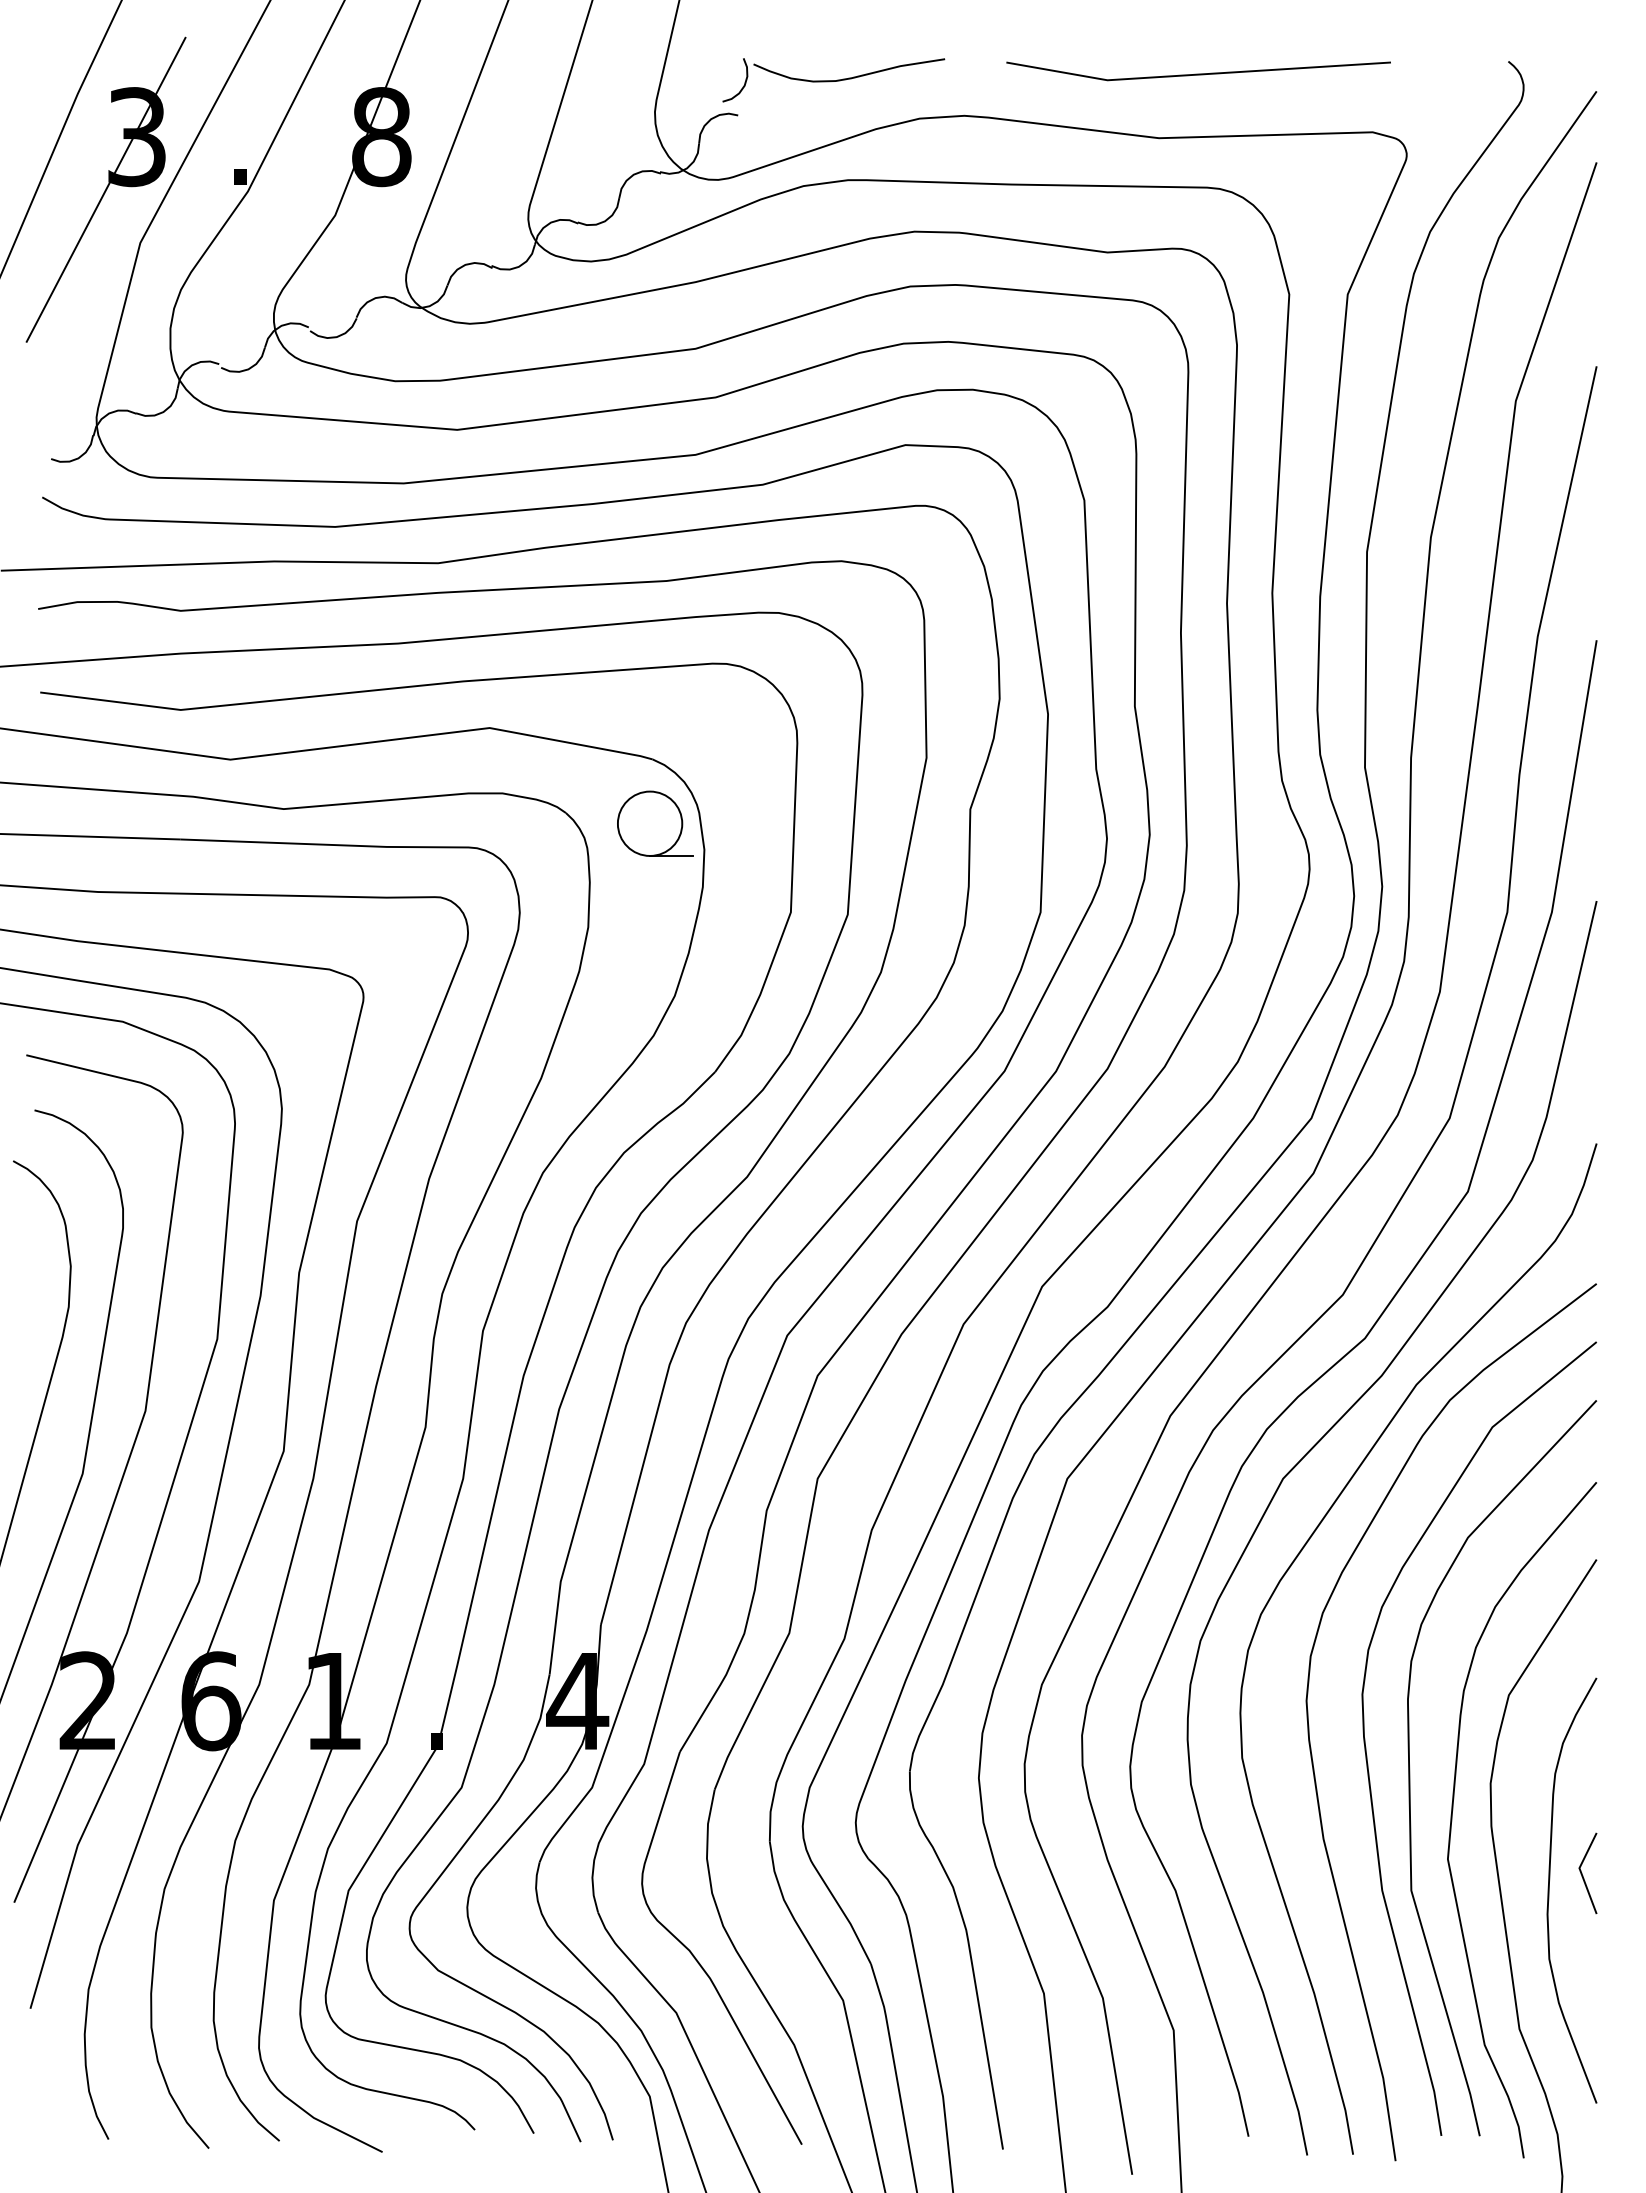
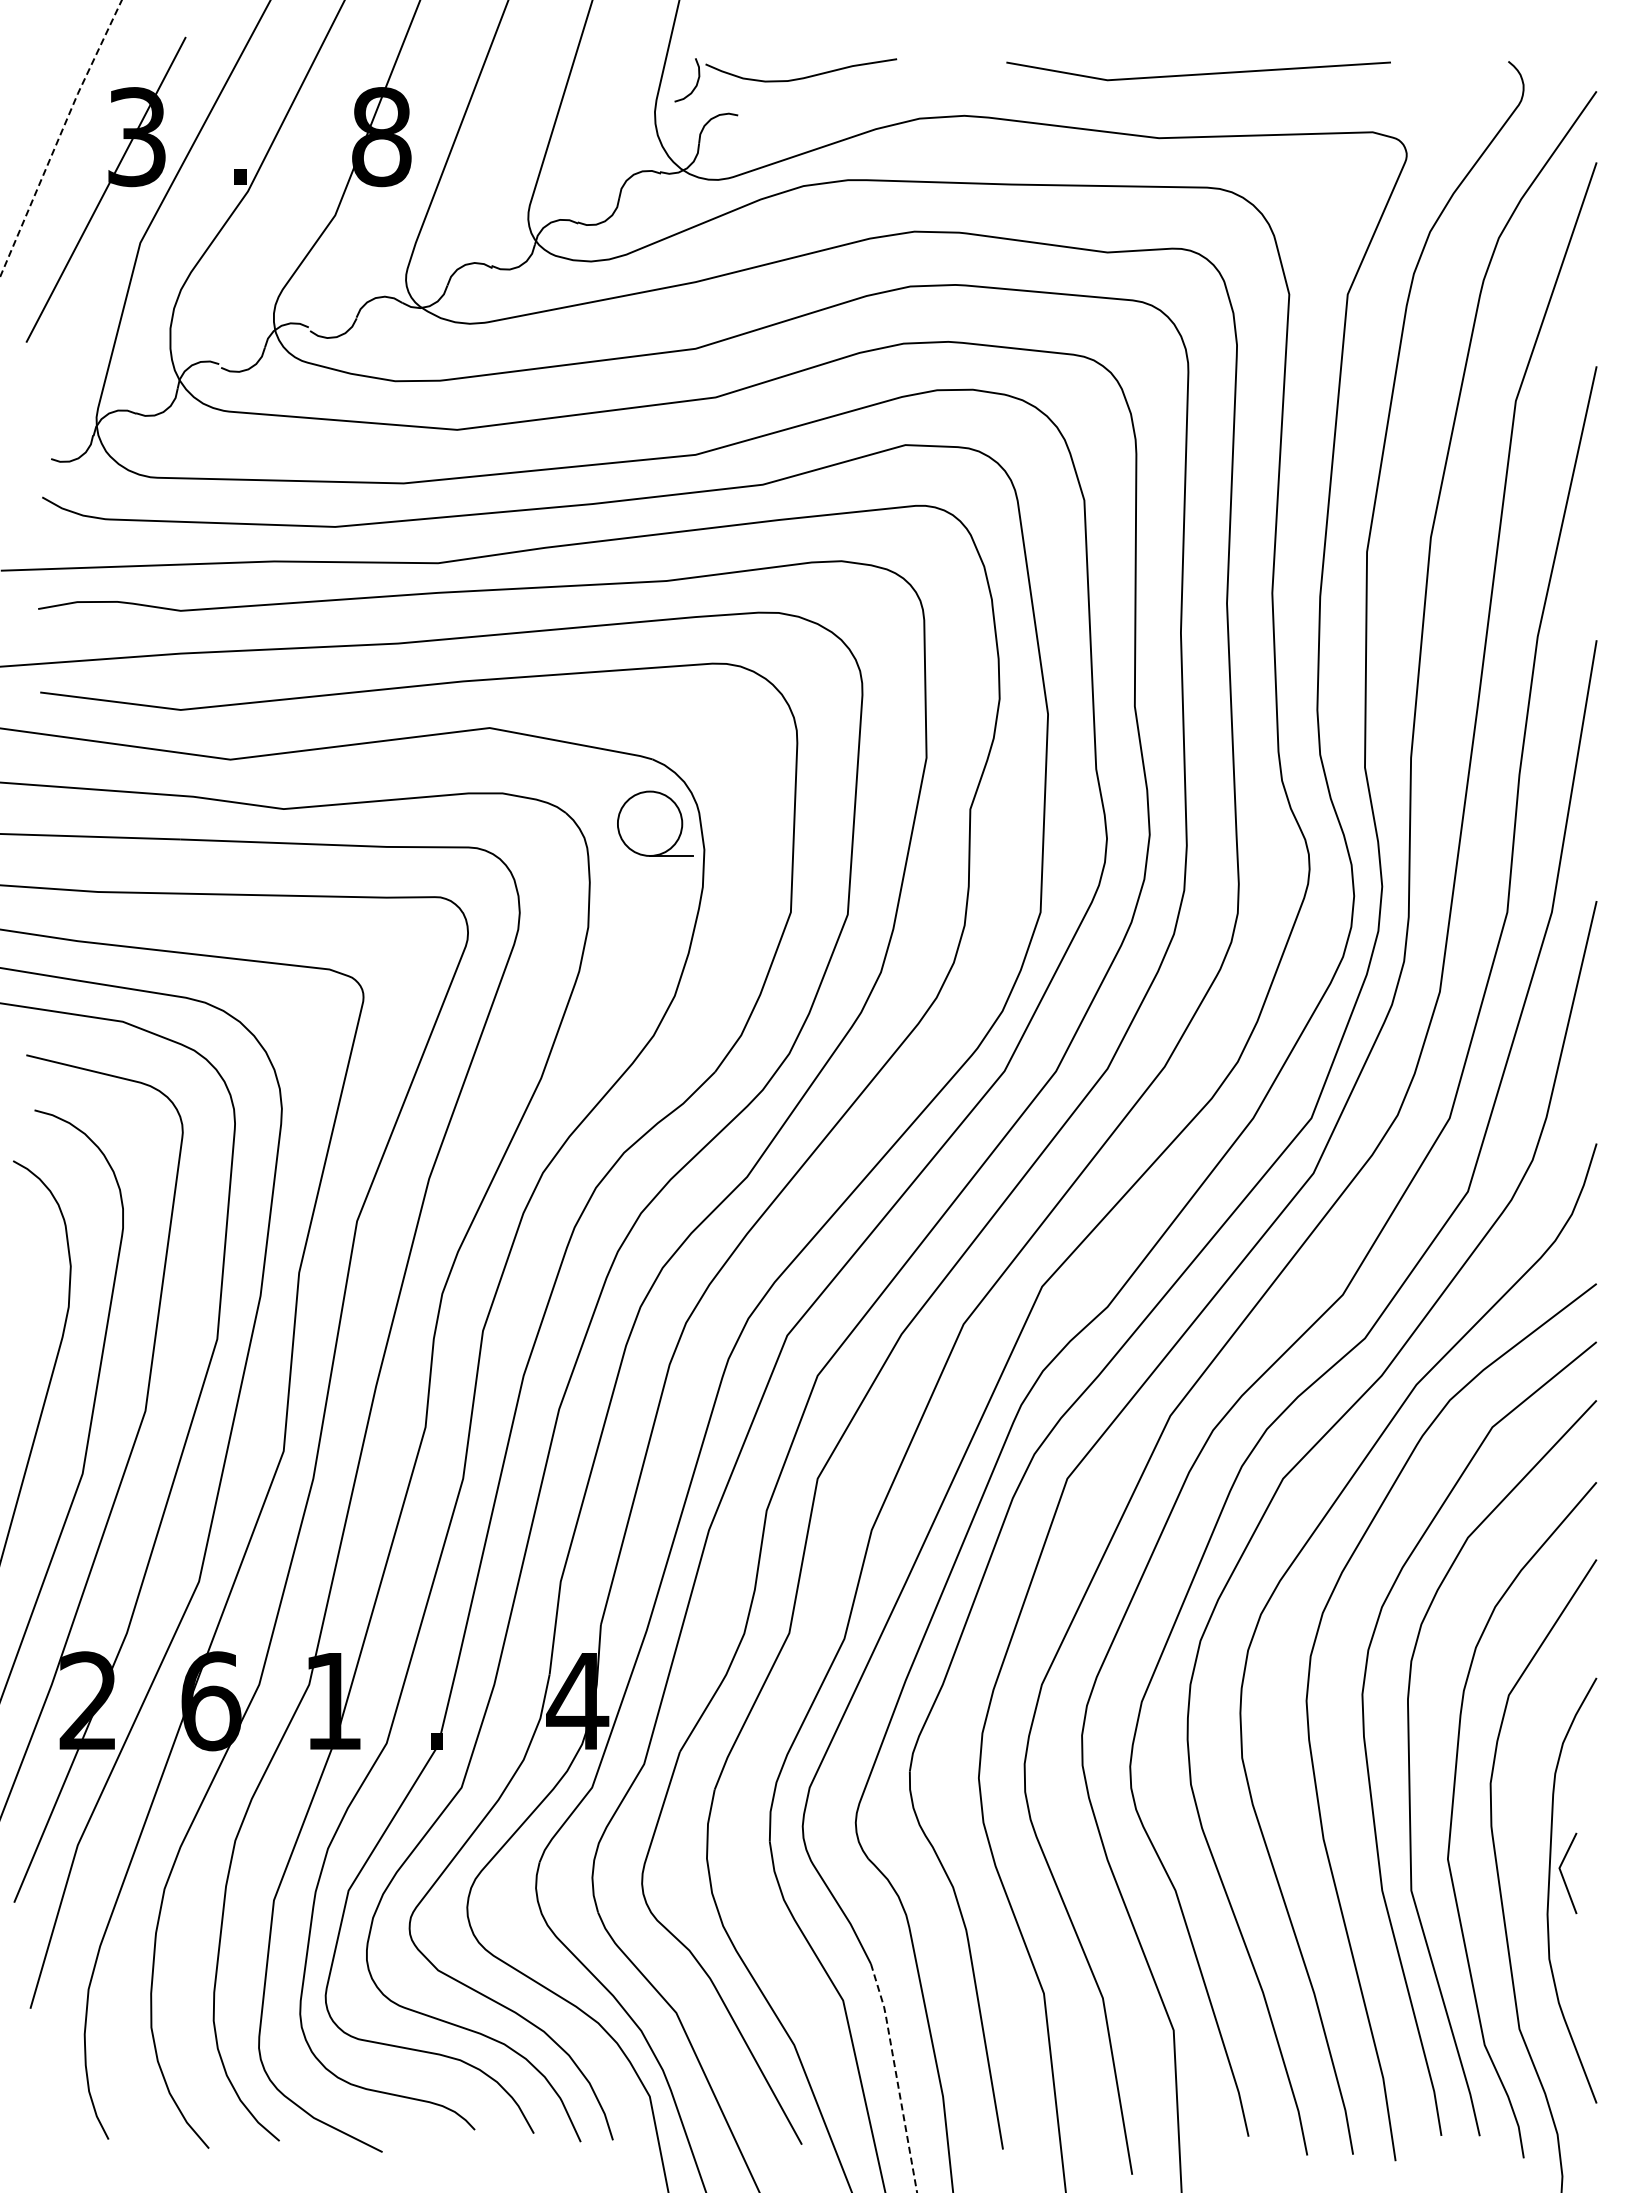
part at (833, 80) position: (833, 80) -> (785, 80)
line at (59, 137): solid -> dashed
line at (1583, 1875) position: (1583, 1875) -> (1563, 1875)
line at (896, 2076): solid -> dashed
